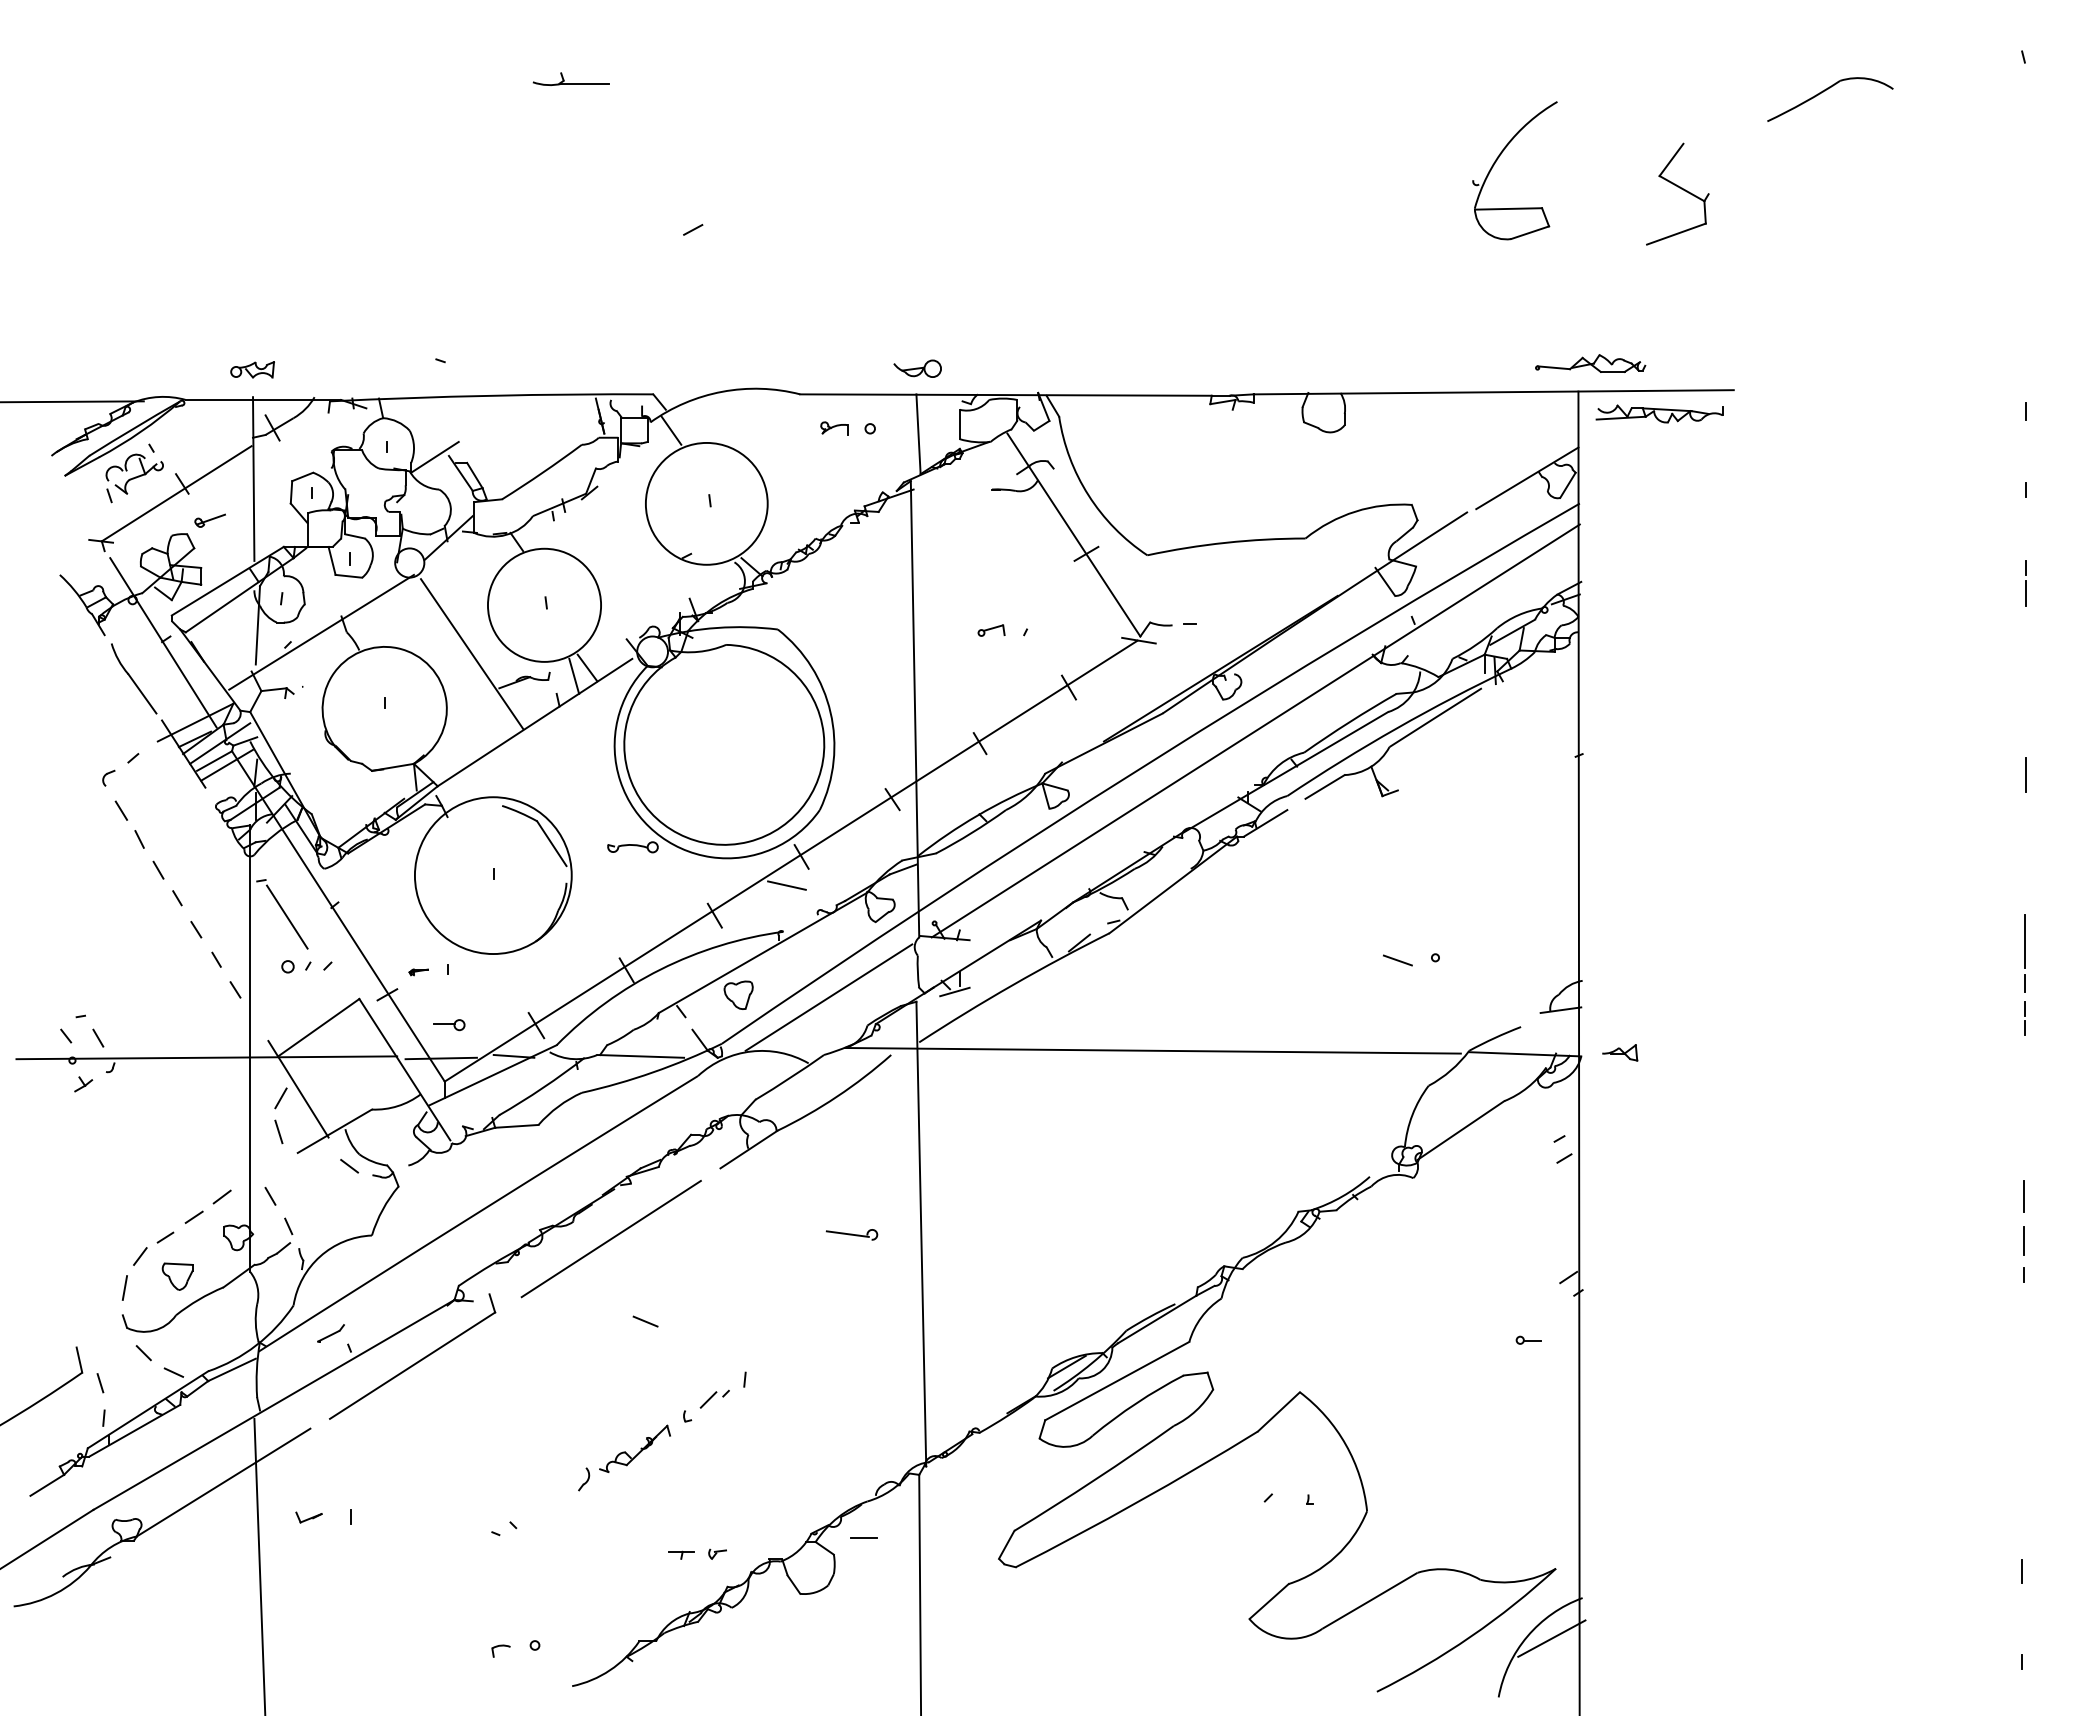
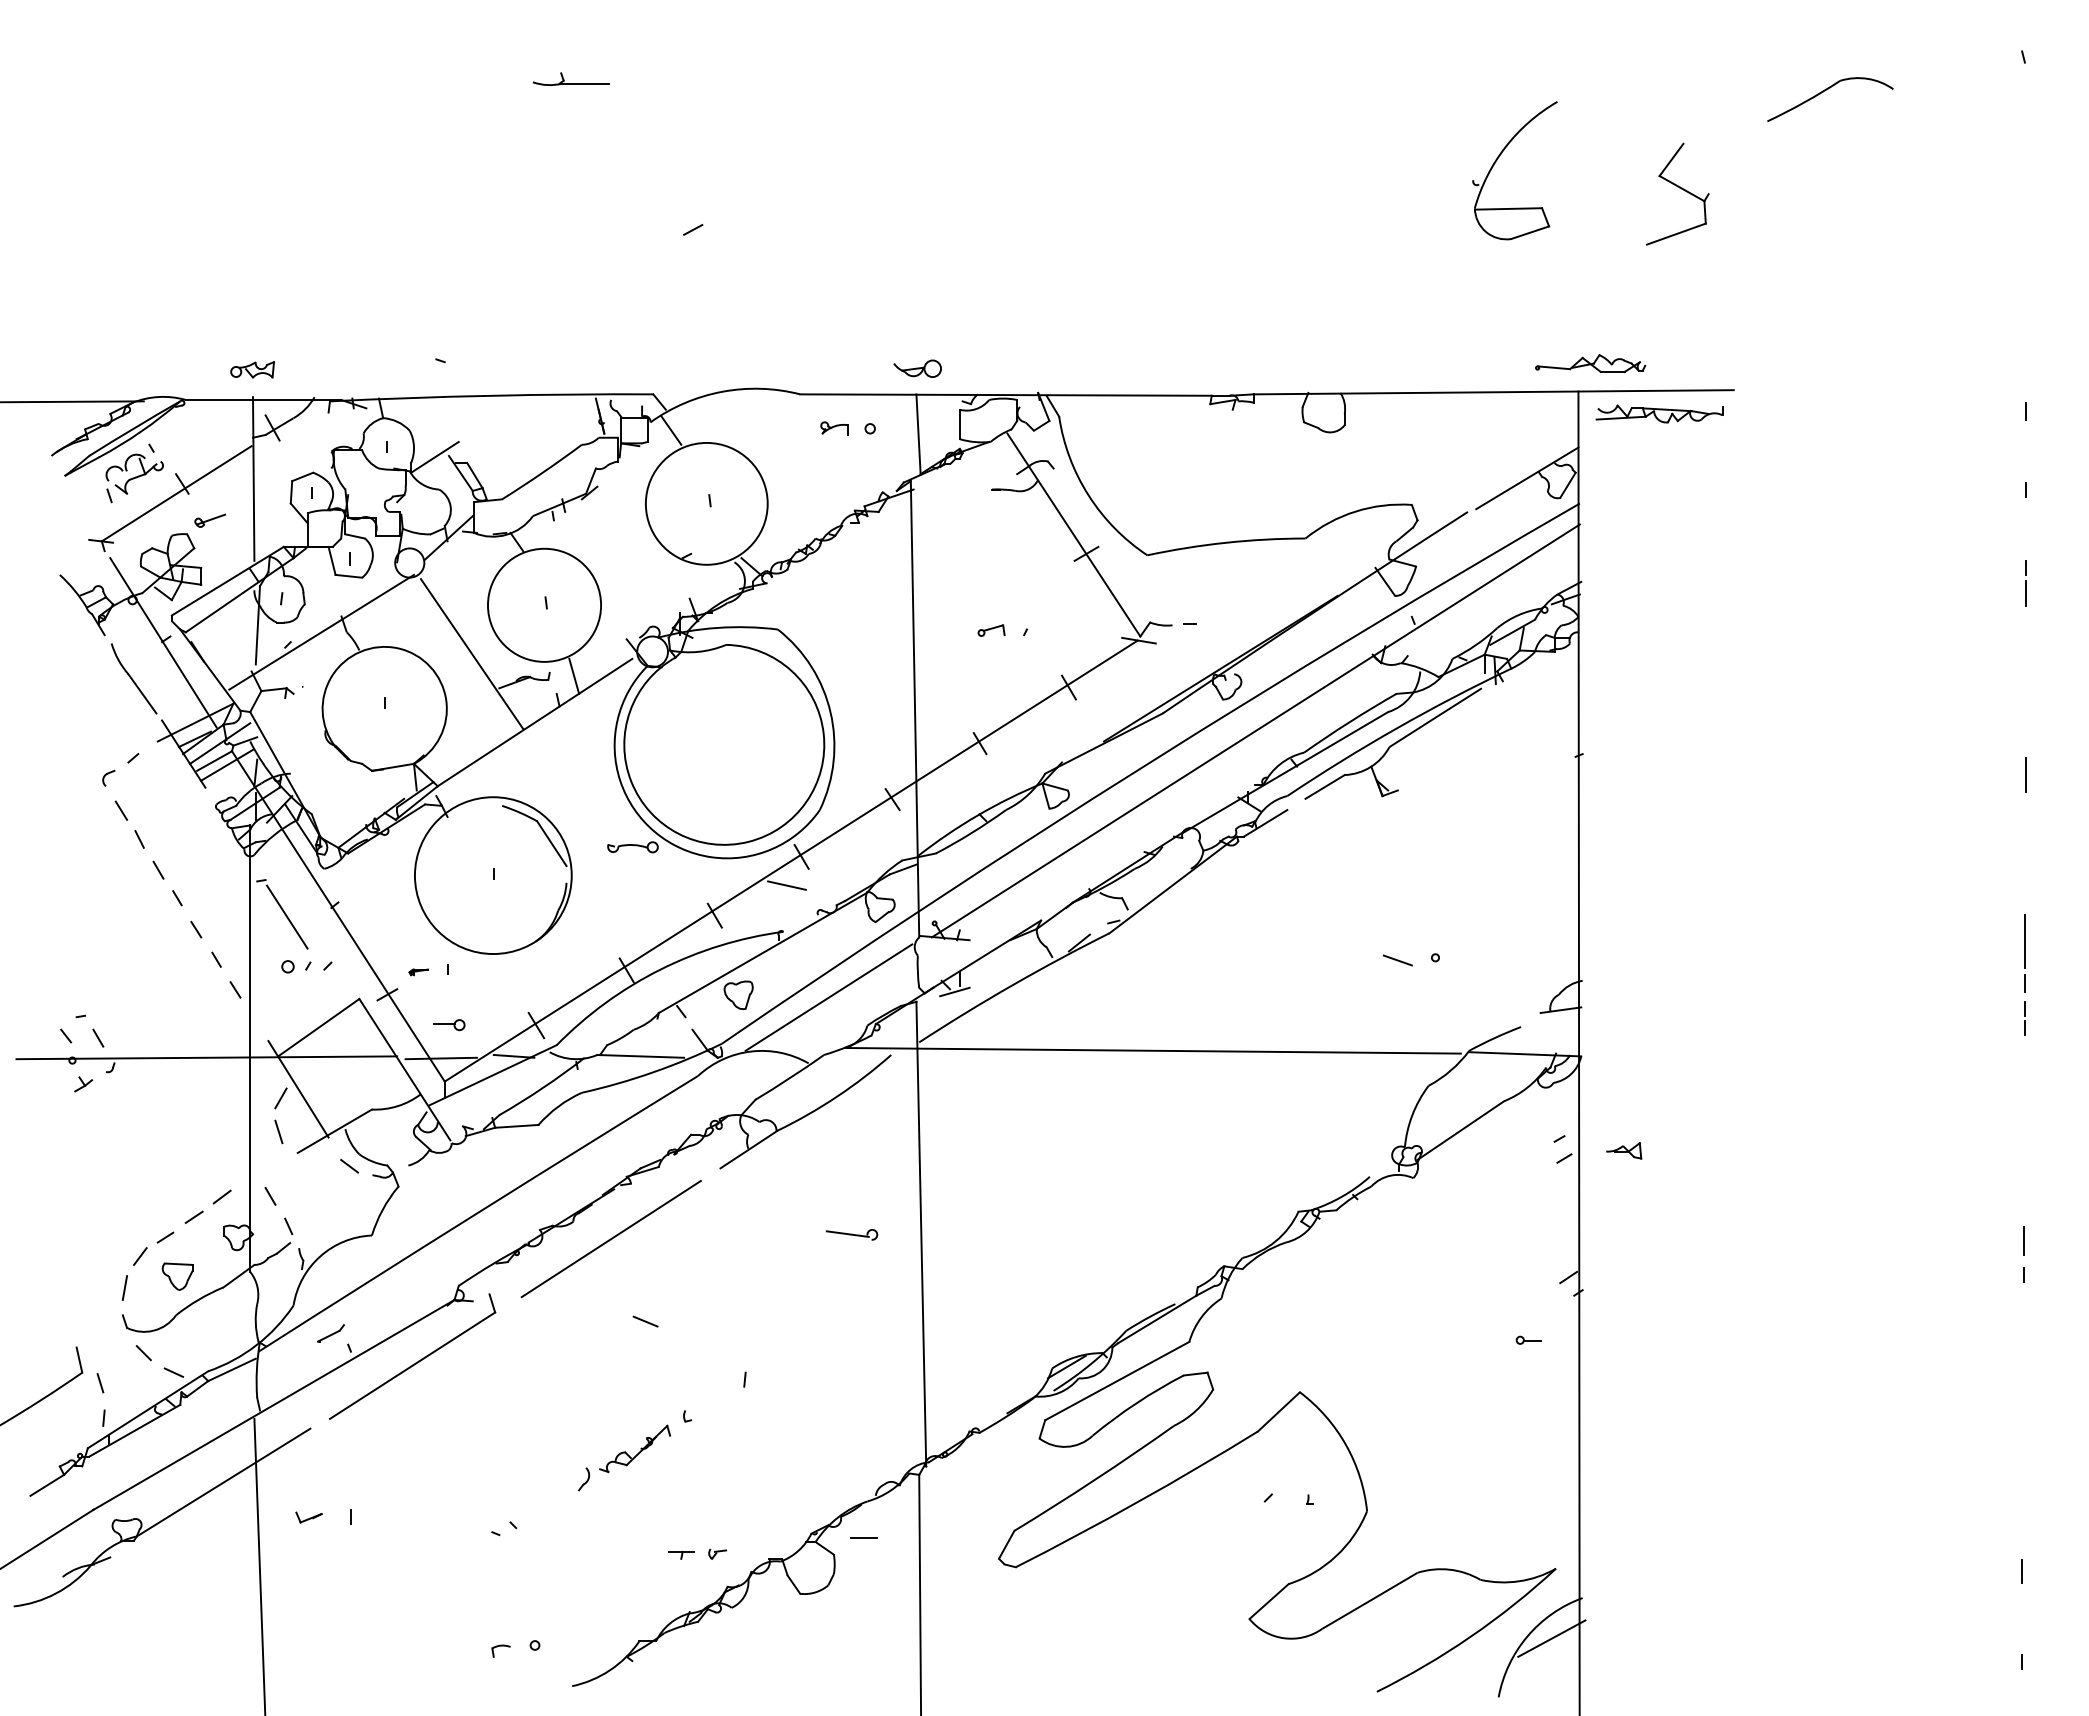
line at (587, 667): present -> none
part at (1620, 1052) position: (1620, 1052) -> (1624, 1150)
line at (2023, 1195): present -> none
part at (714, 1398): present -> none
